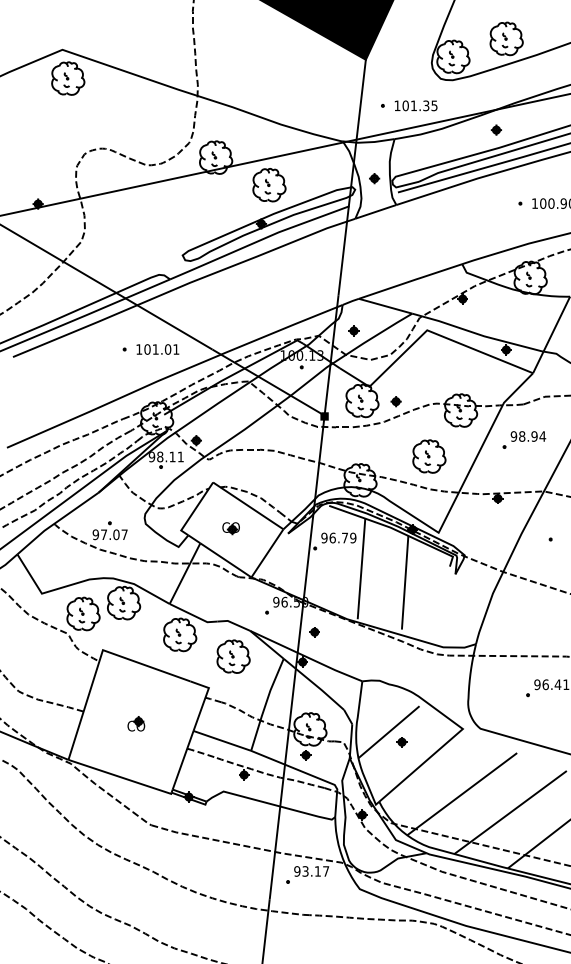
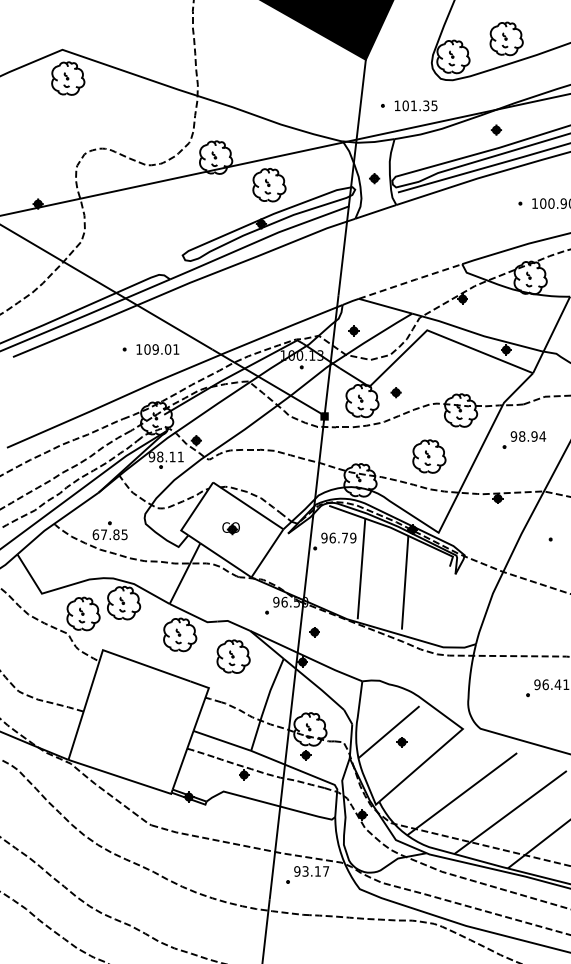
line at (411, 280): solid -> dashed
text at (155, 349): 101.01 -> 109.01
part at (395, 401) position: (395, 401) -> (395, 392)
text at (109, 534): 97.07 -> 67.85
part at (136, 723): present -> none
